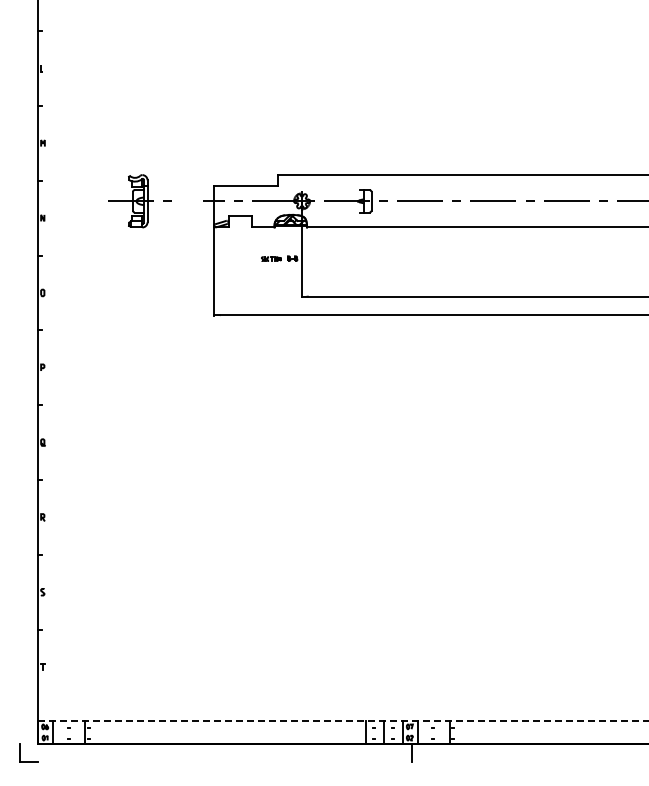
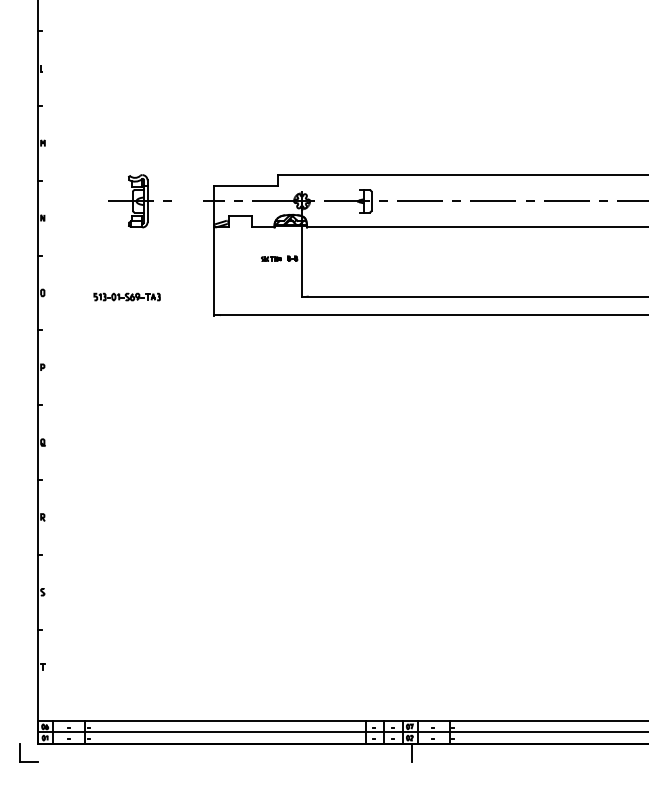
part at (126, 296): none -> present
line at (343, 721): dashed -> solid
line at (341, 732): none -> present
